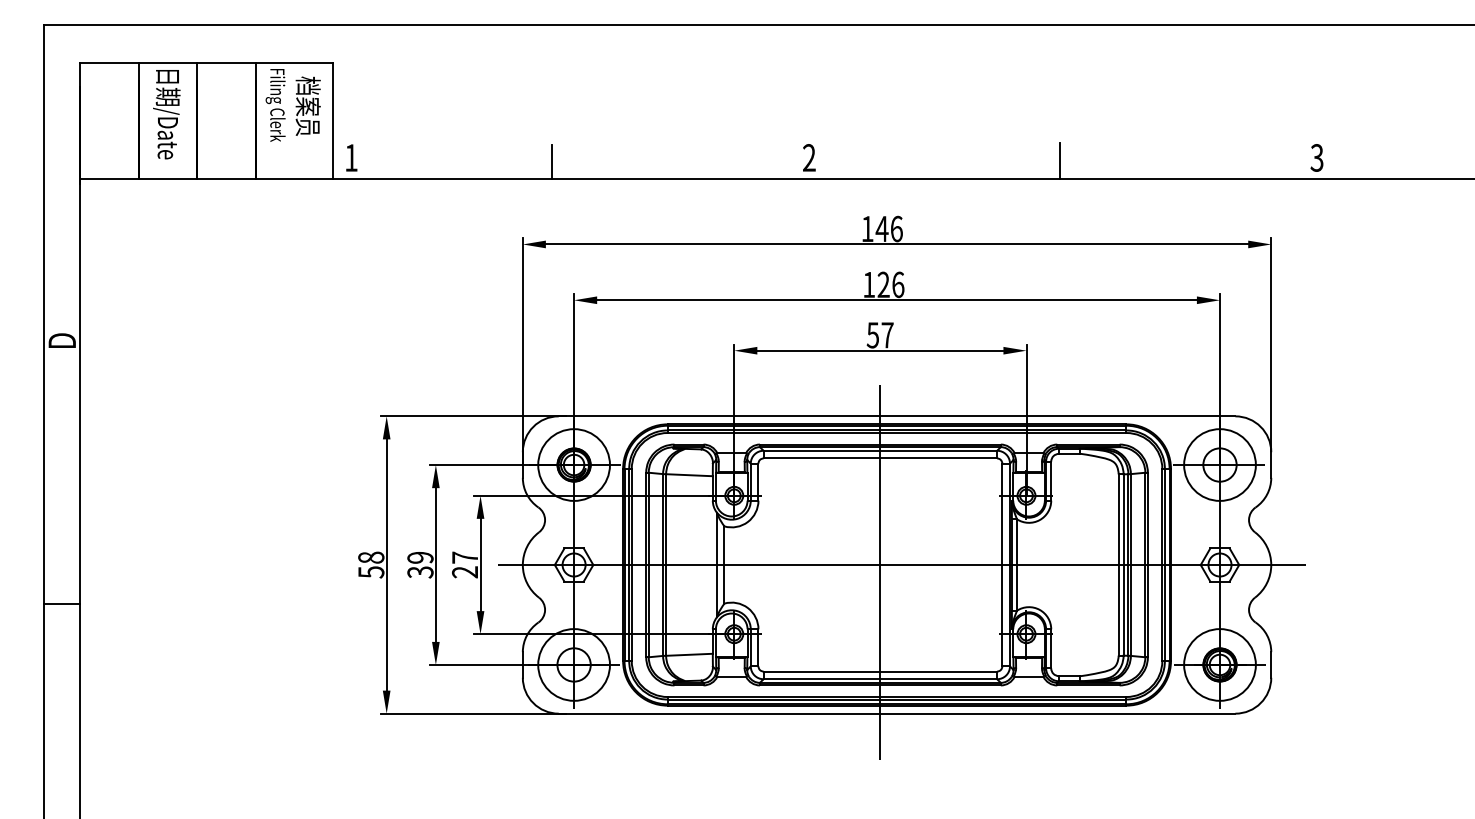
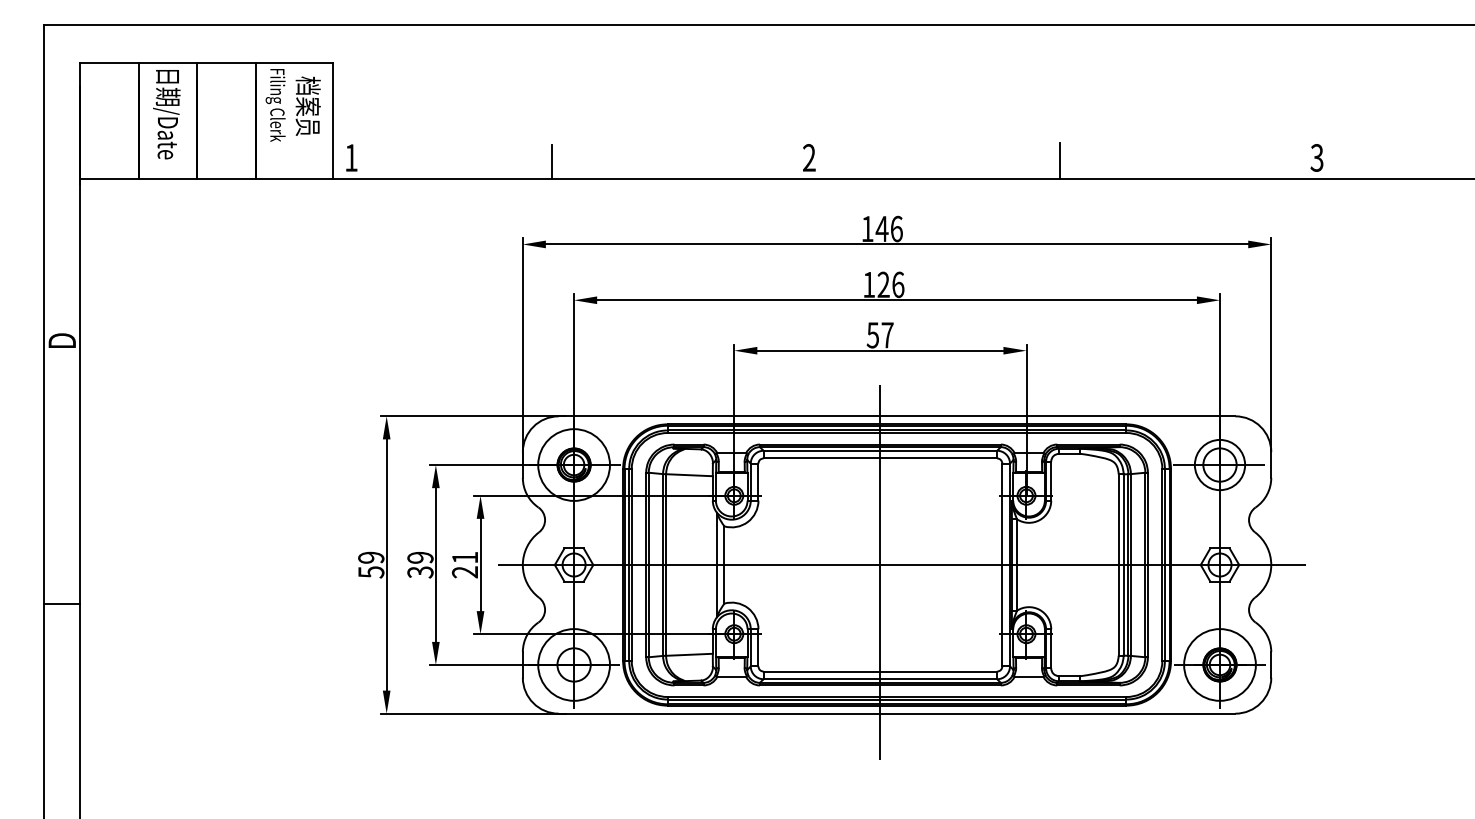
circle at (1219, 464) diameter: 72 px -> 50 px
text at (371, 557): 58 -> 59
text at (464, 557): 27 -> 21
